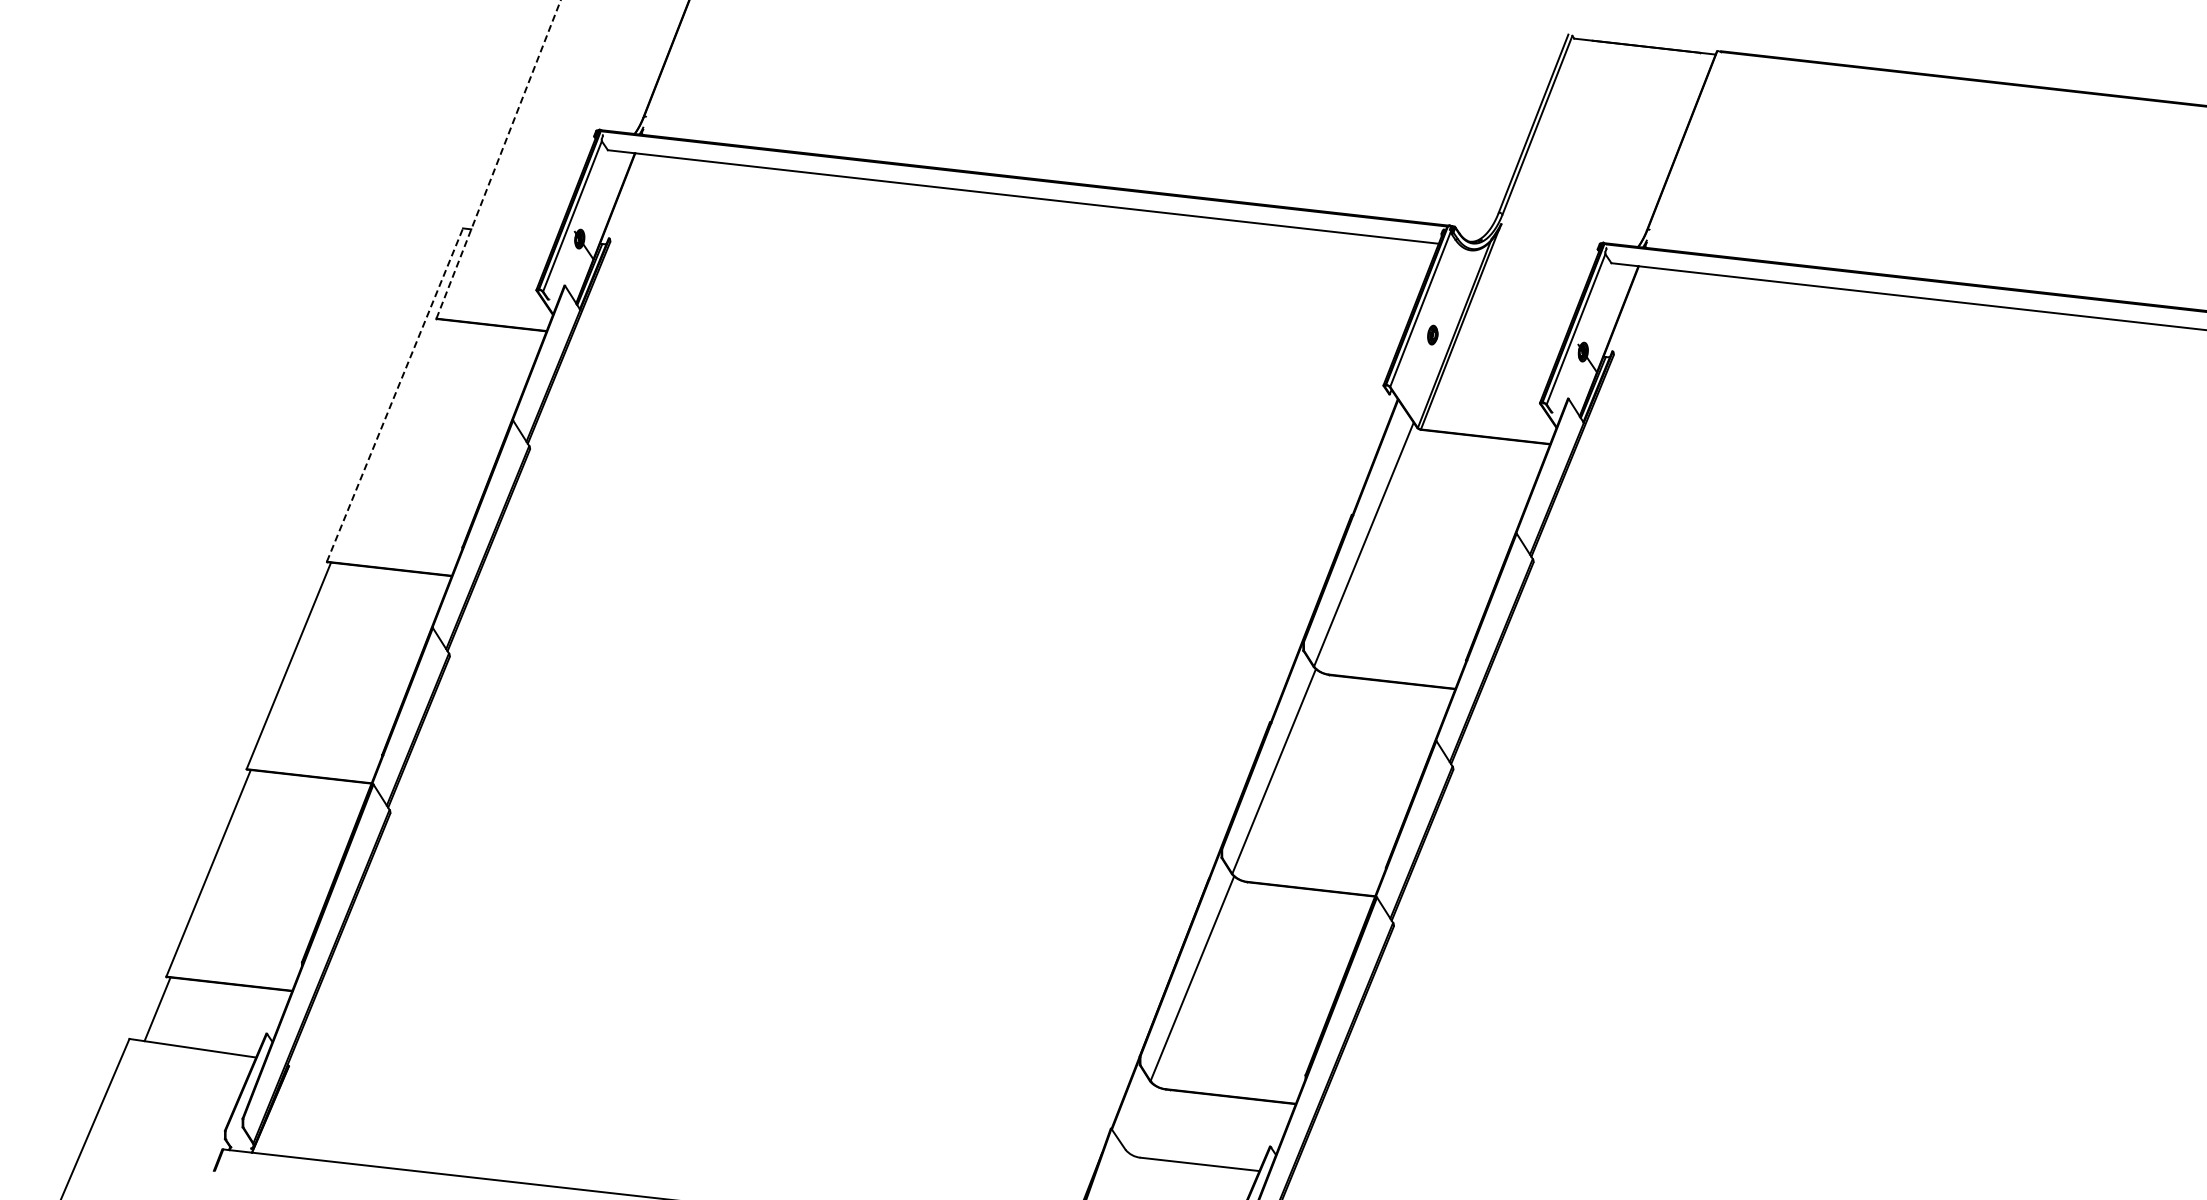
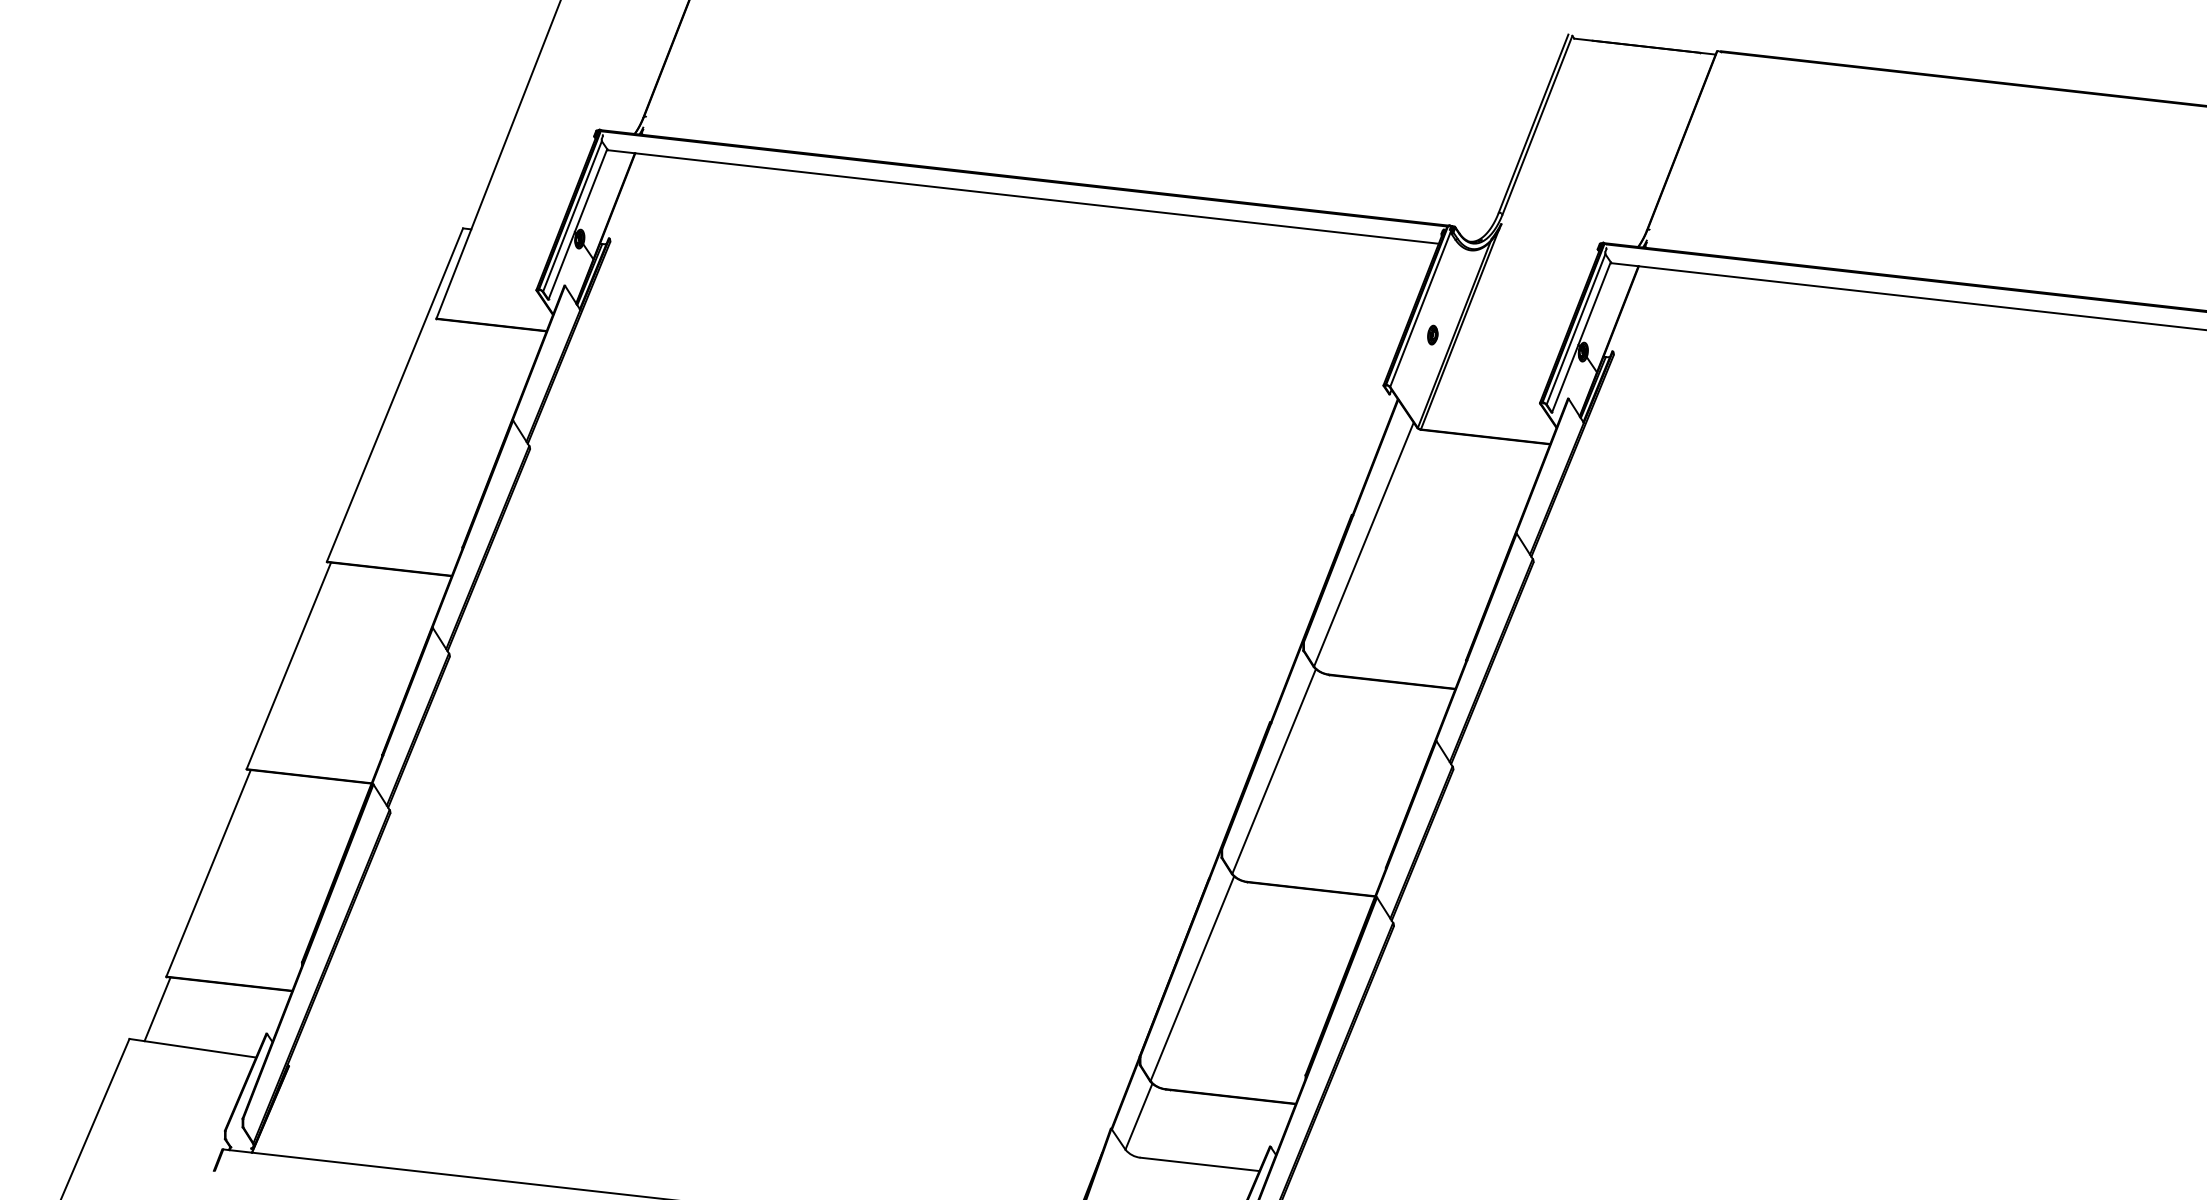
line at (498, 159): dashed -> solid
line at (577, 224): none -> present
line at (1581, 337): none -> present
line at (395, 394): dashed -> solid
line at (1138, 1116): none -> present
